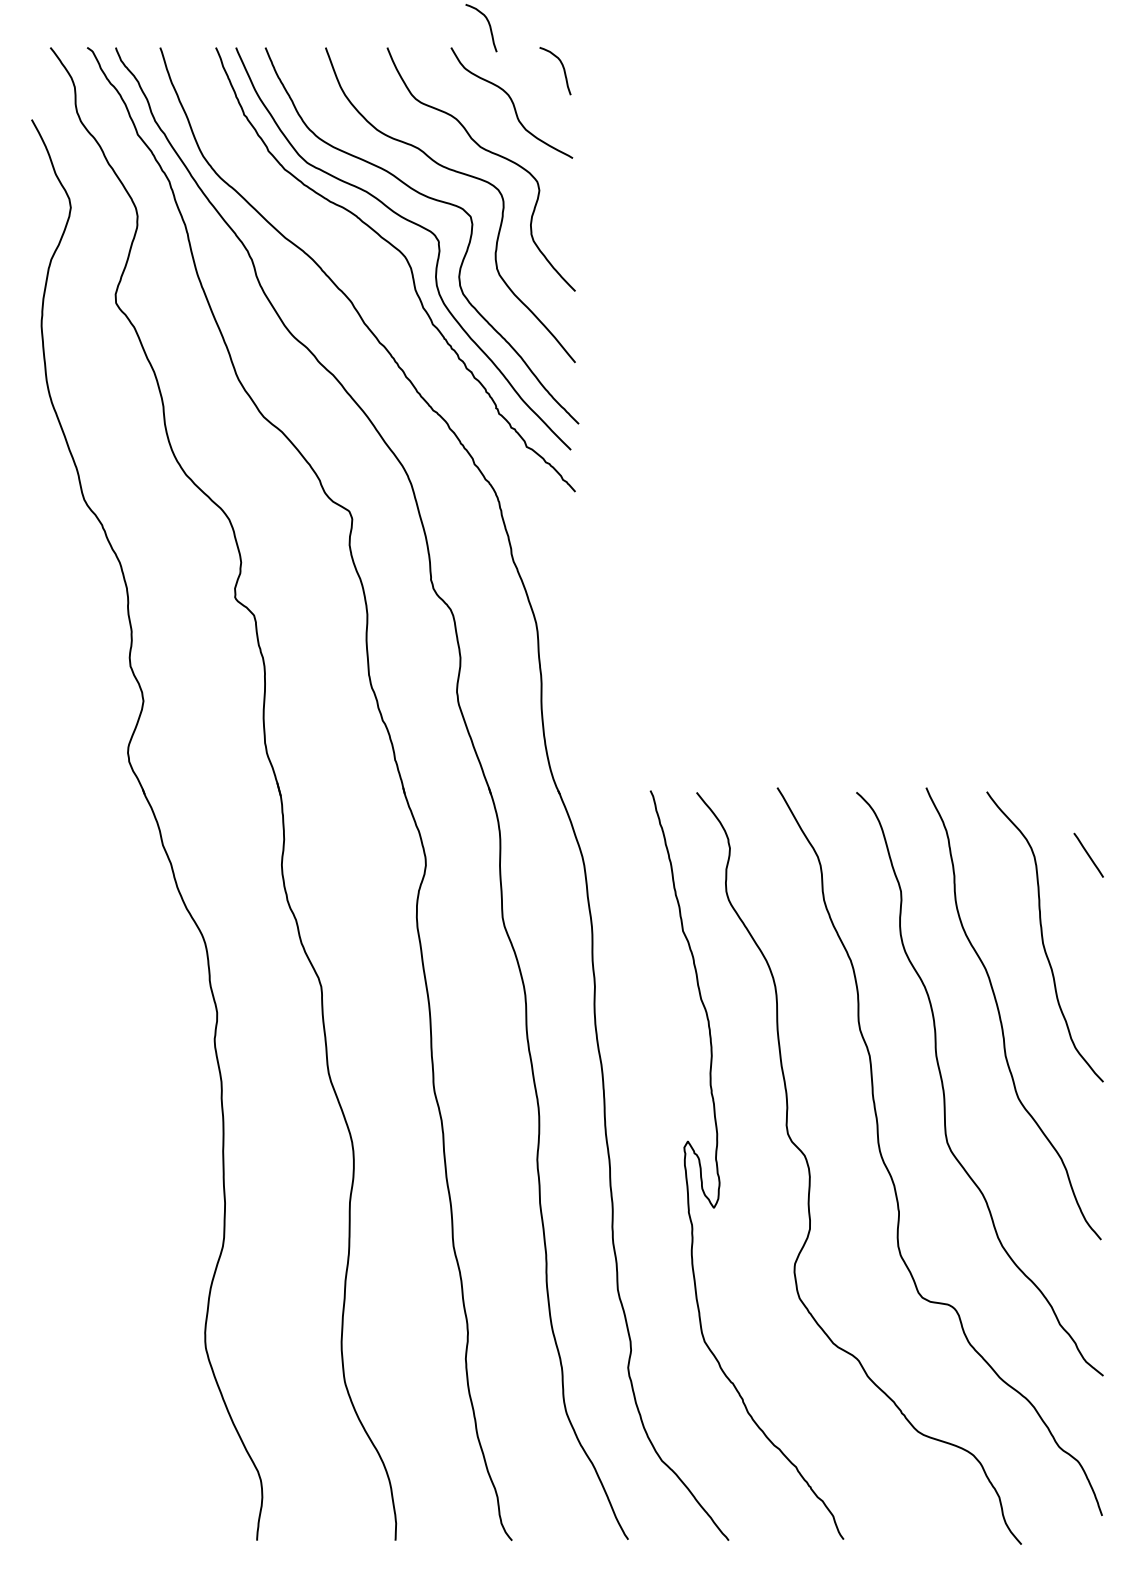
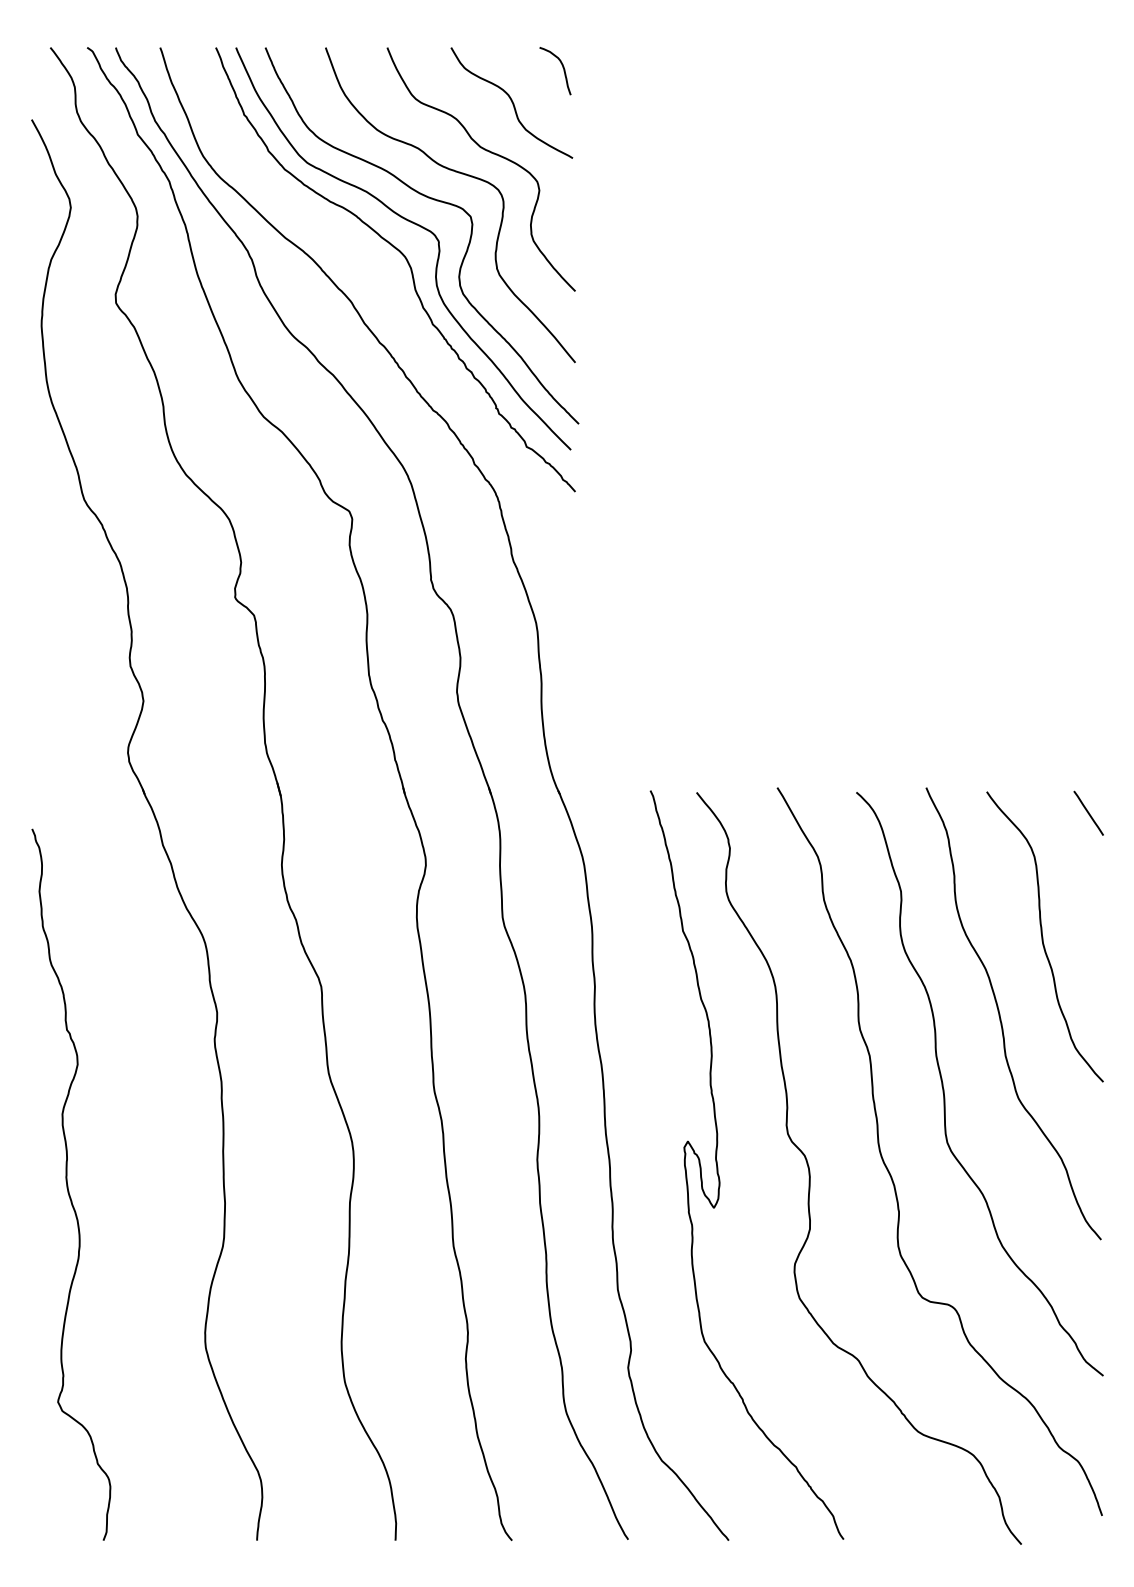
curve at (489, 28): present -> none
line at (1088, 854) position: (1088, 854) -> (1088, 812)
curve at (68, 1185): none -> present
